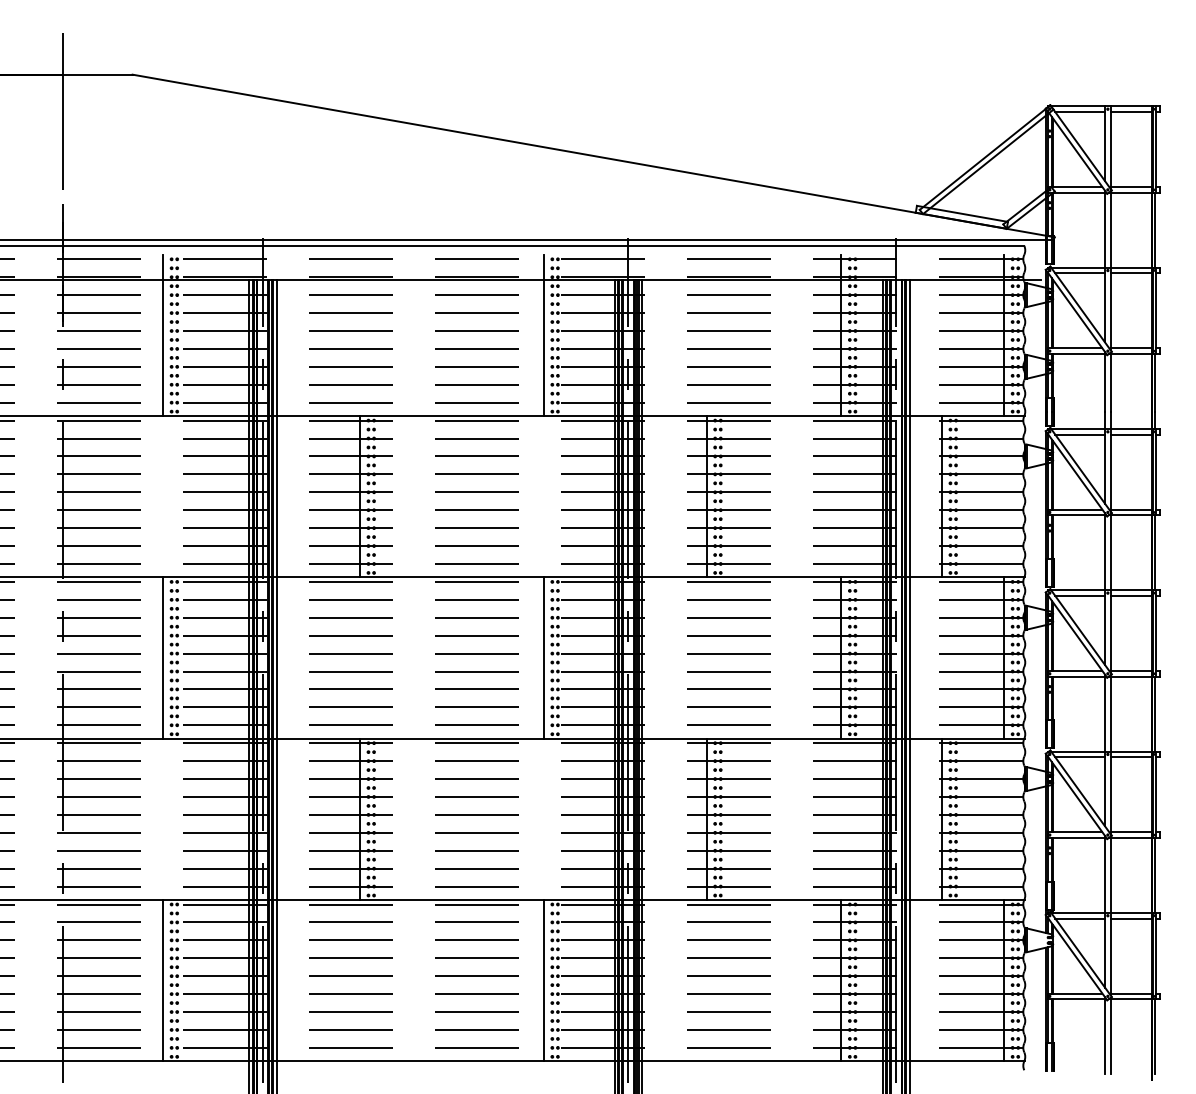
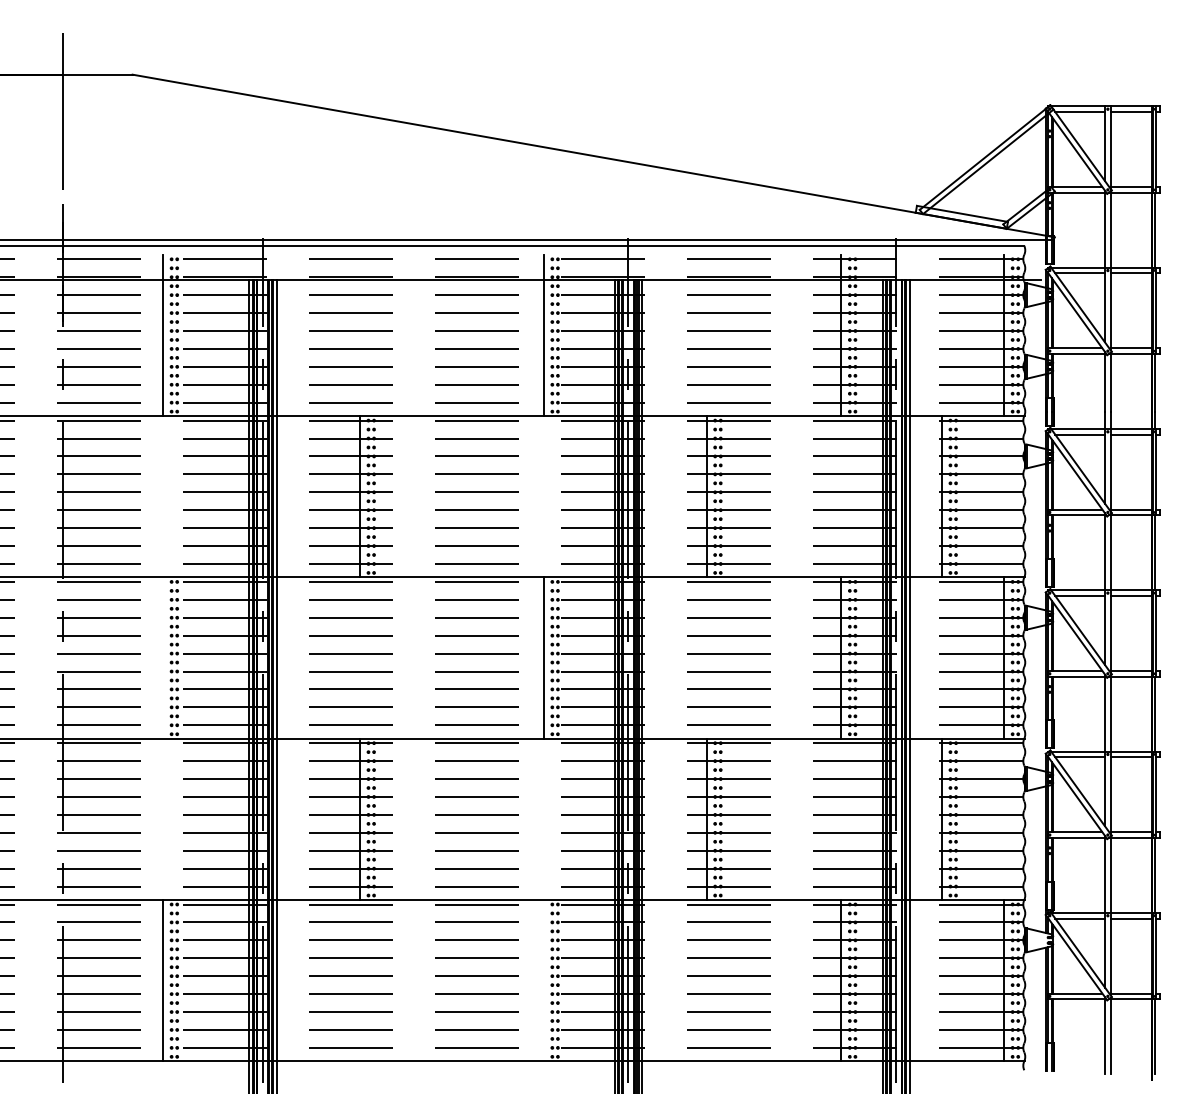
line at (163, 657): present -> none
line at (543, 980): present -> none
